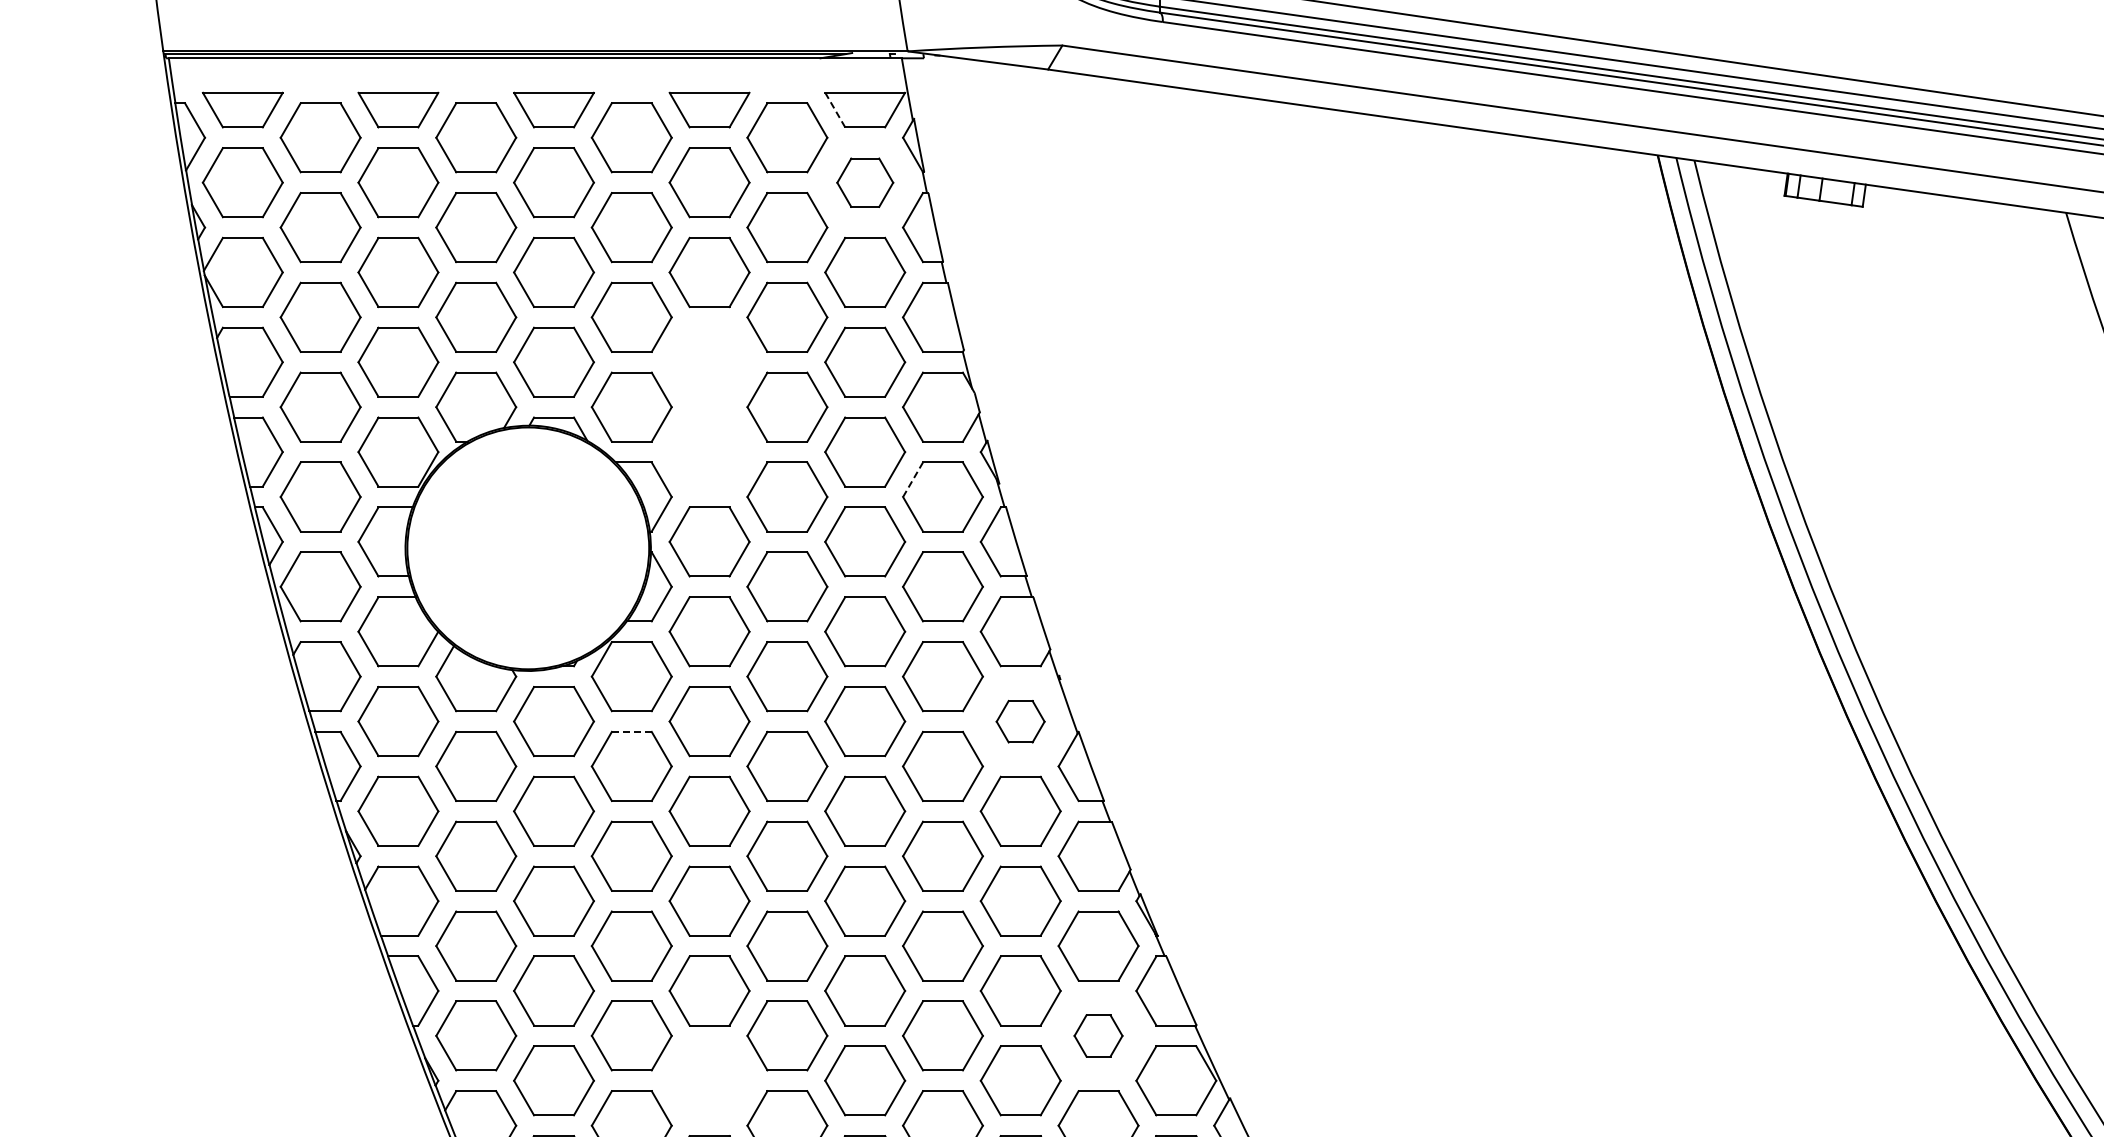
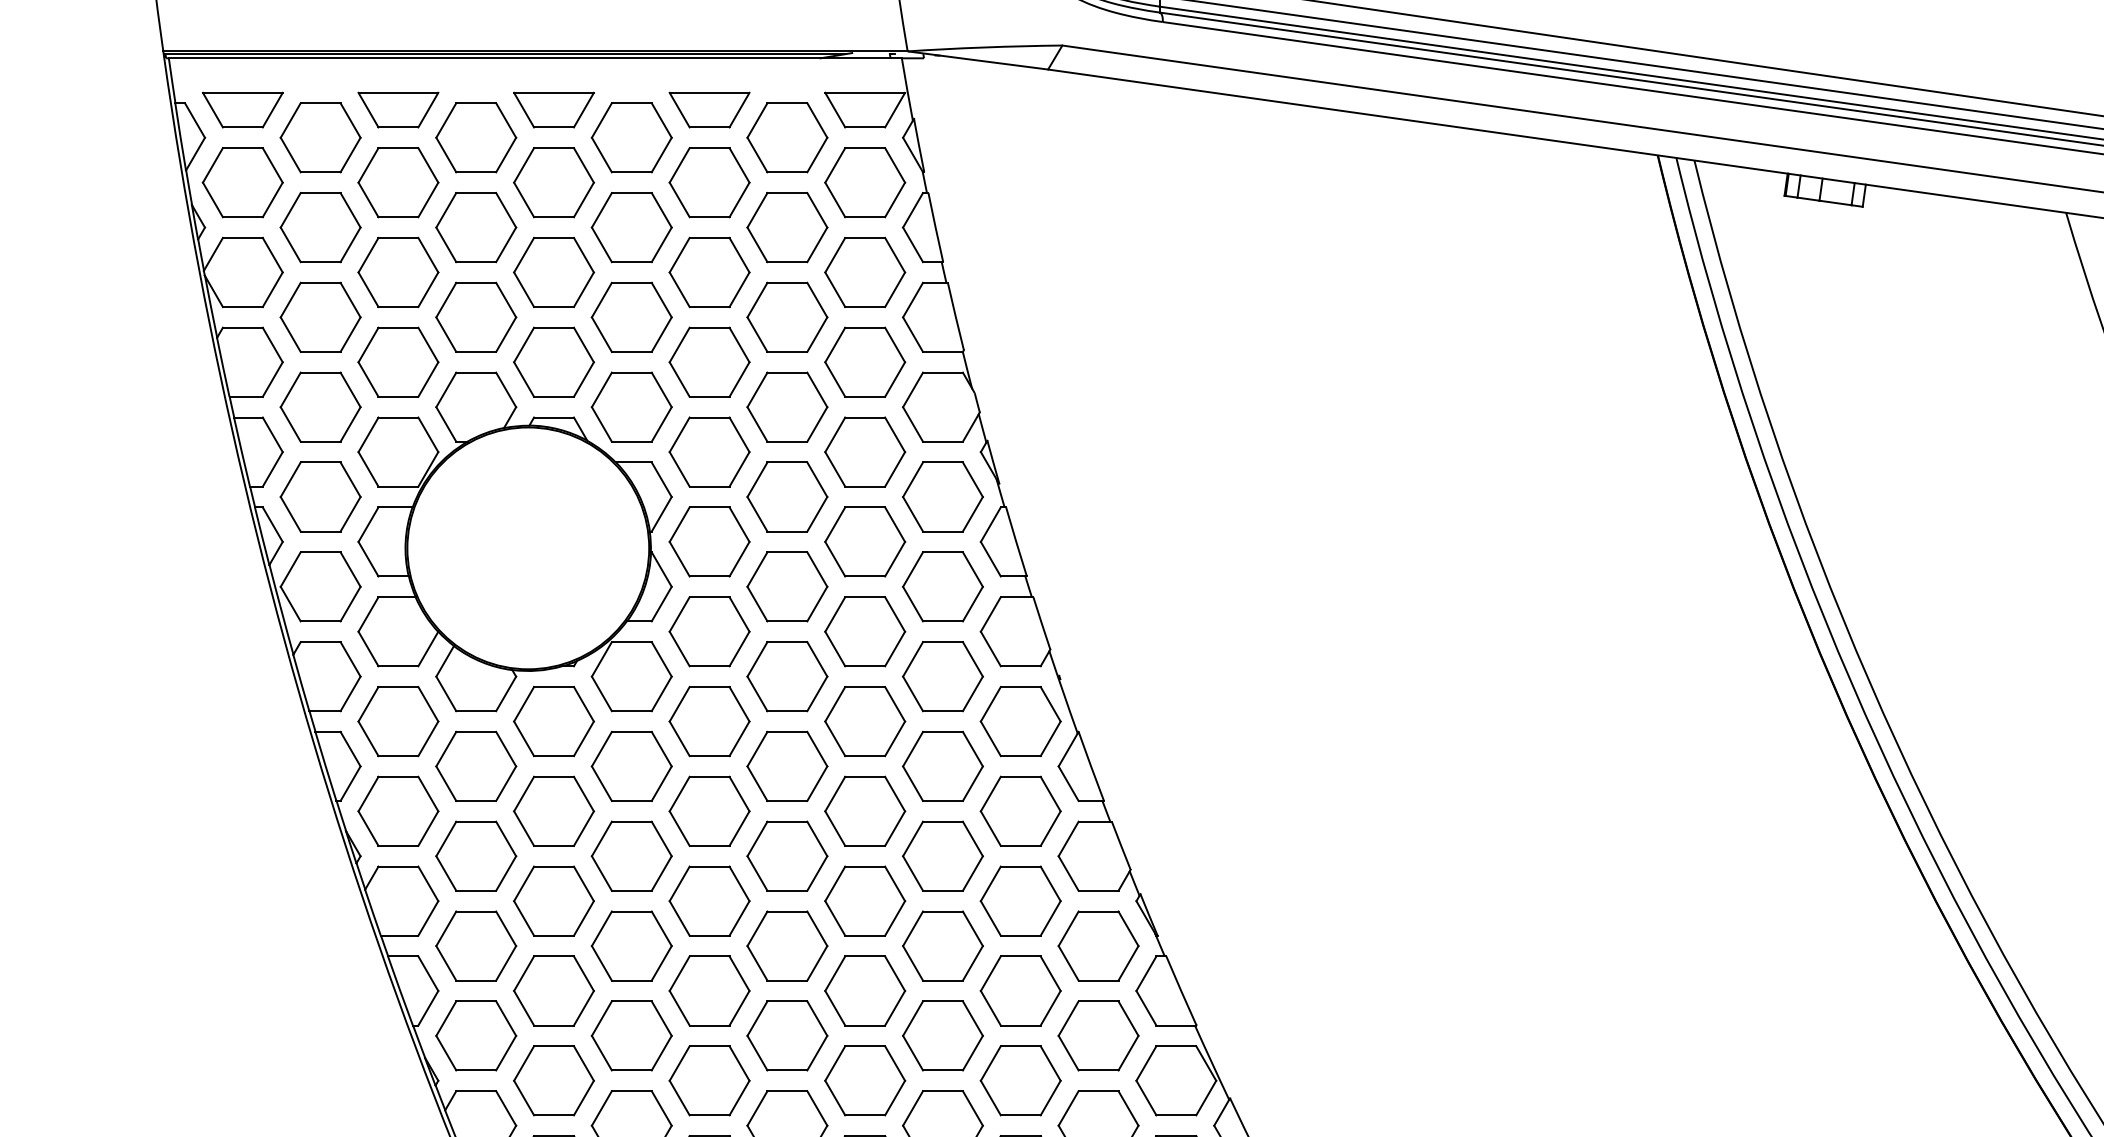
line at (835, 110): dashed -> solid
part at (865, 182) size: 59x51 px -> 83x72 px
part at (709, 361): none -> present
part at (709, 451): none -> present
line at (913, 479): dashed -> solid
part at (1020, 721) size: 51x44 px -> 83x72 px
line at (631, 731): dashed -> solid
part at (1098, 1035) size: 51x44 px -> 83x72 px
part at (709, 1080): none -> present
